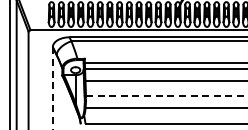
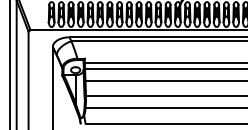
line at (52, 89): dashed -> solid
line at (166, 95): dashed -> solid
